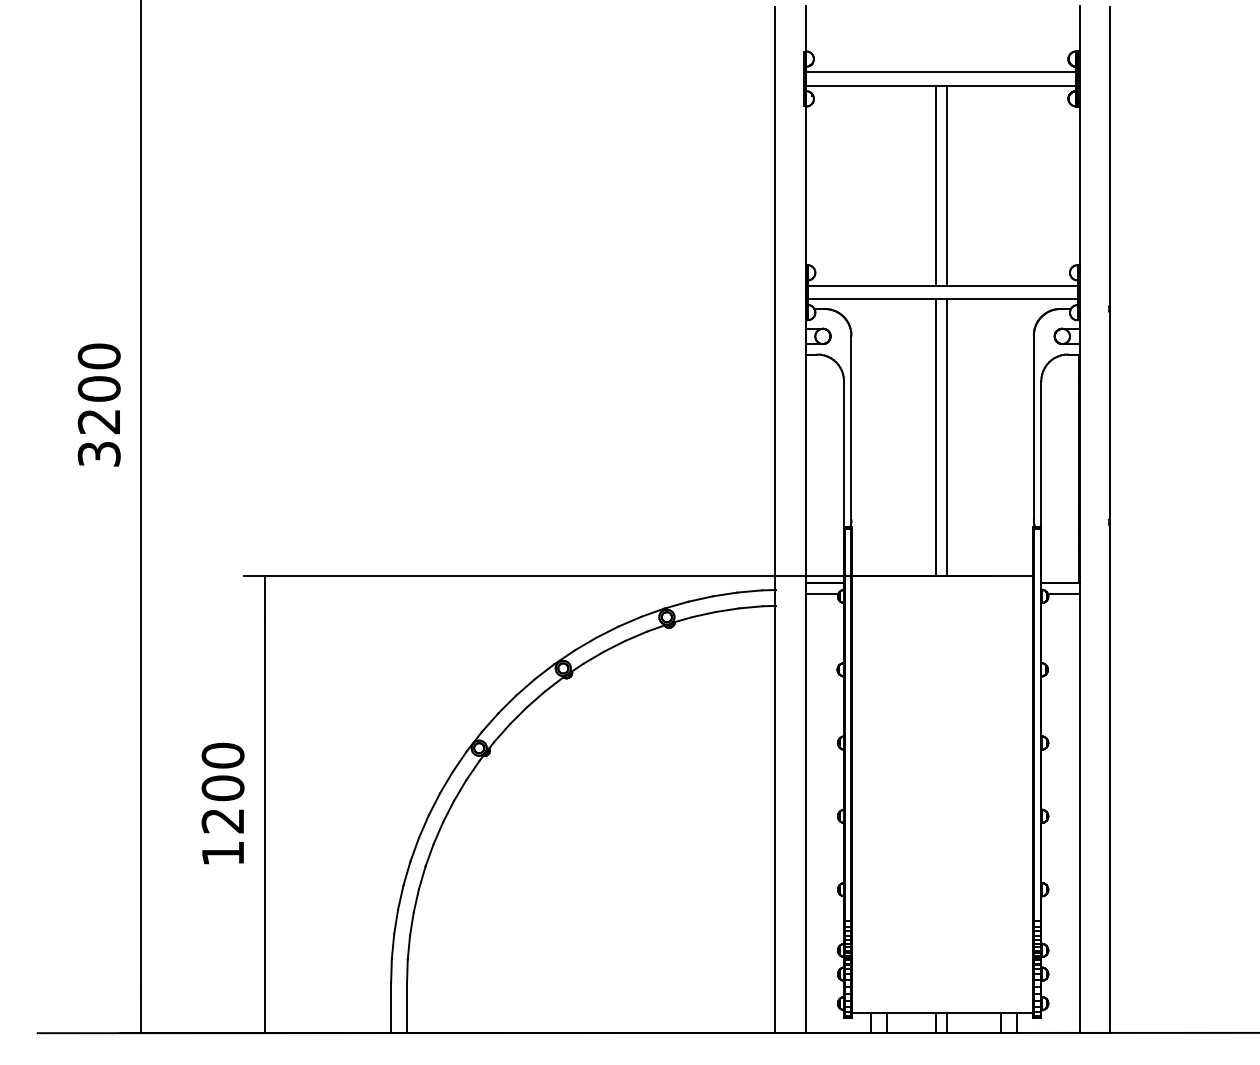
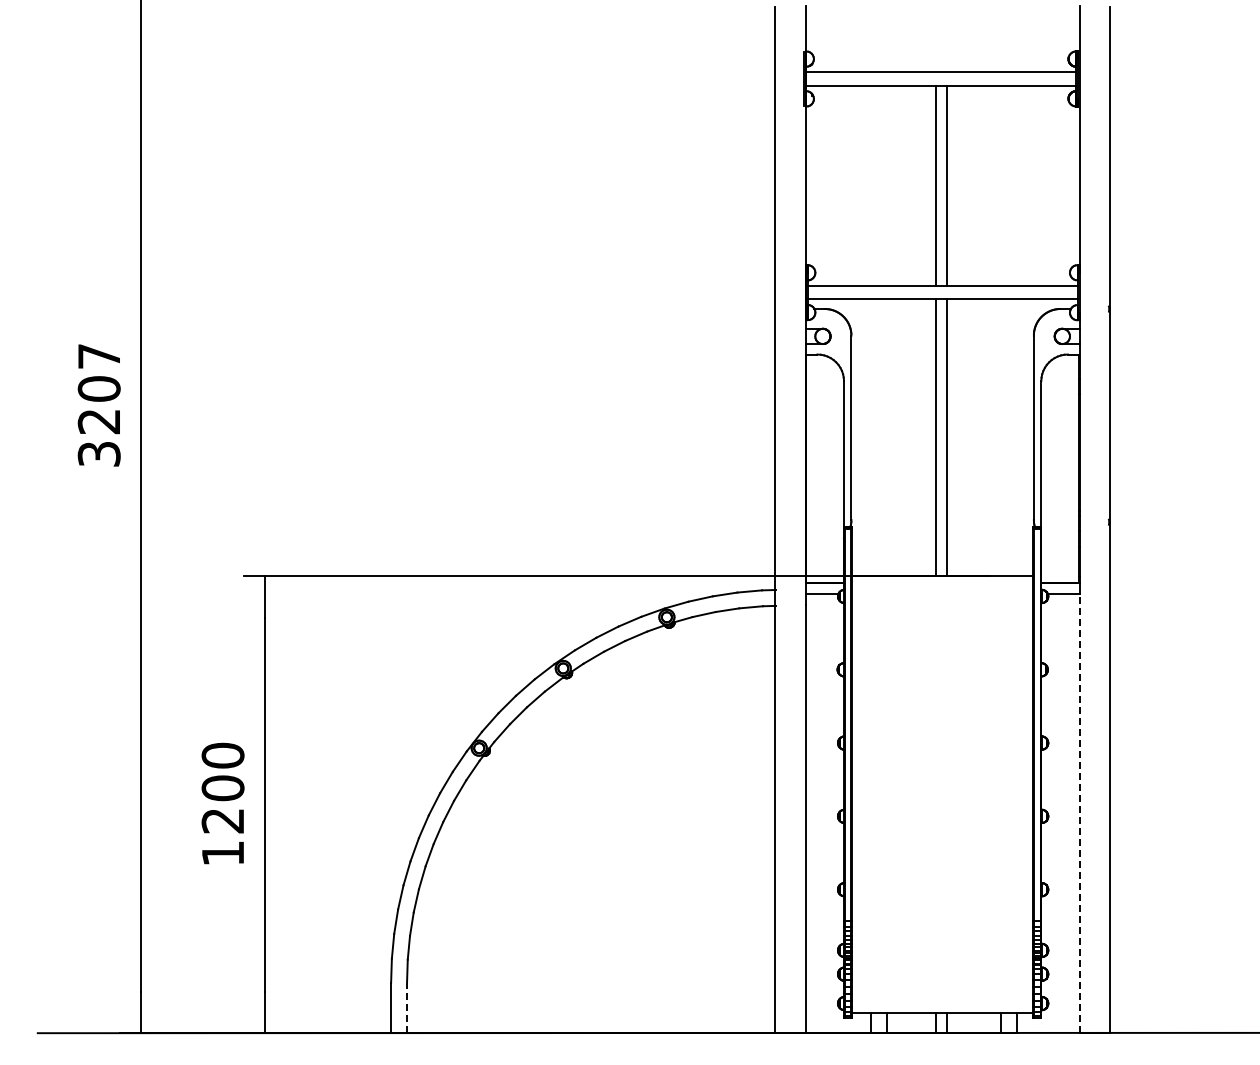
text at (98, 356): 3200 -> 3207
line at (1079, 813): solid -> dashed
line at (407, 1008): solid -> dashed
